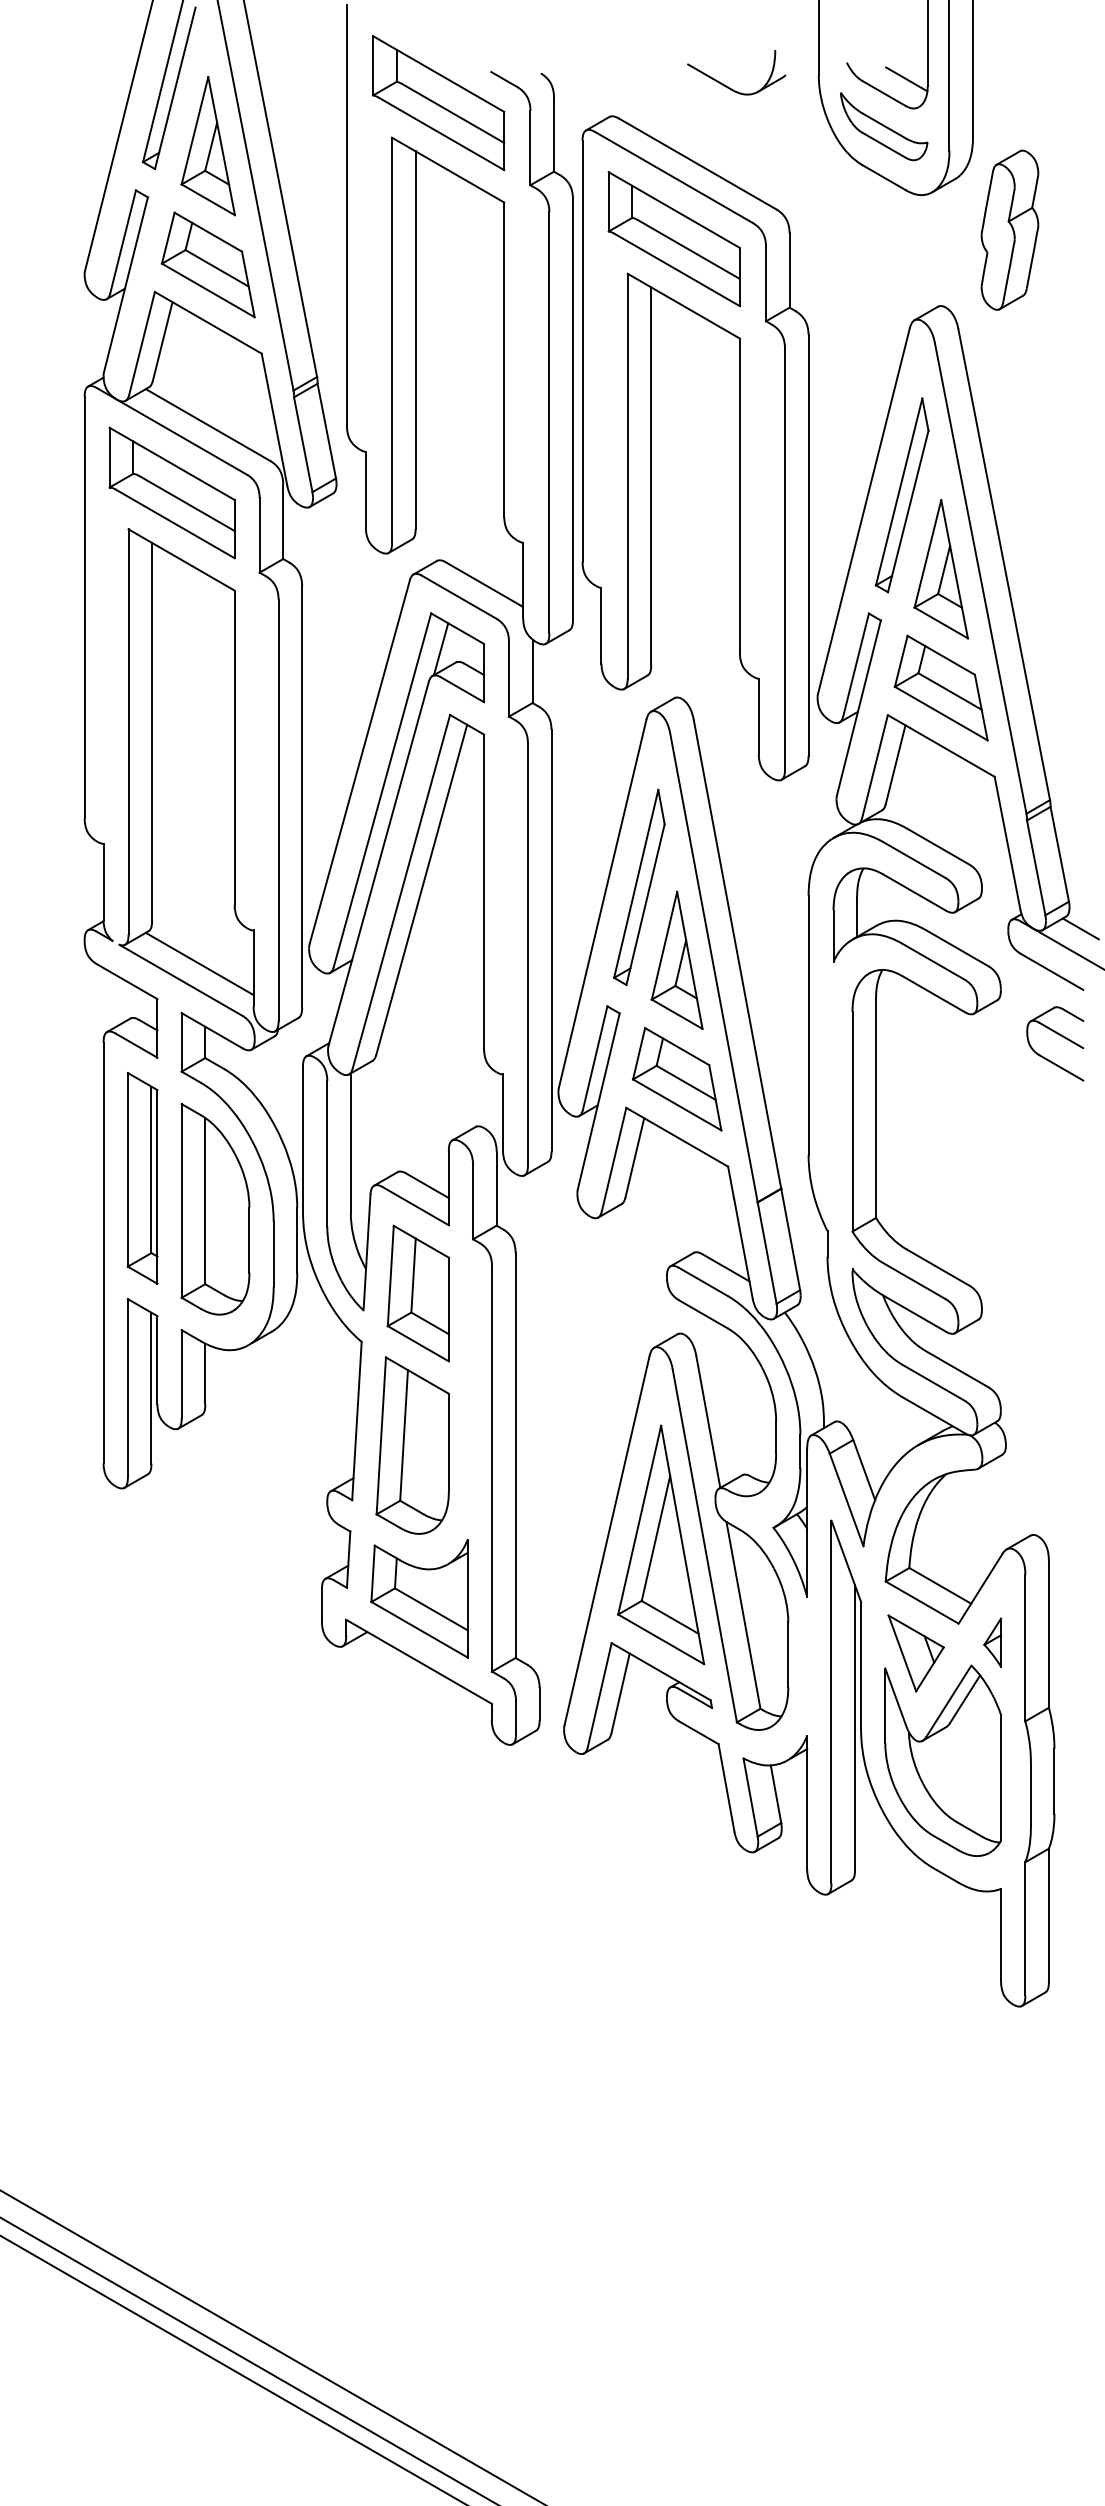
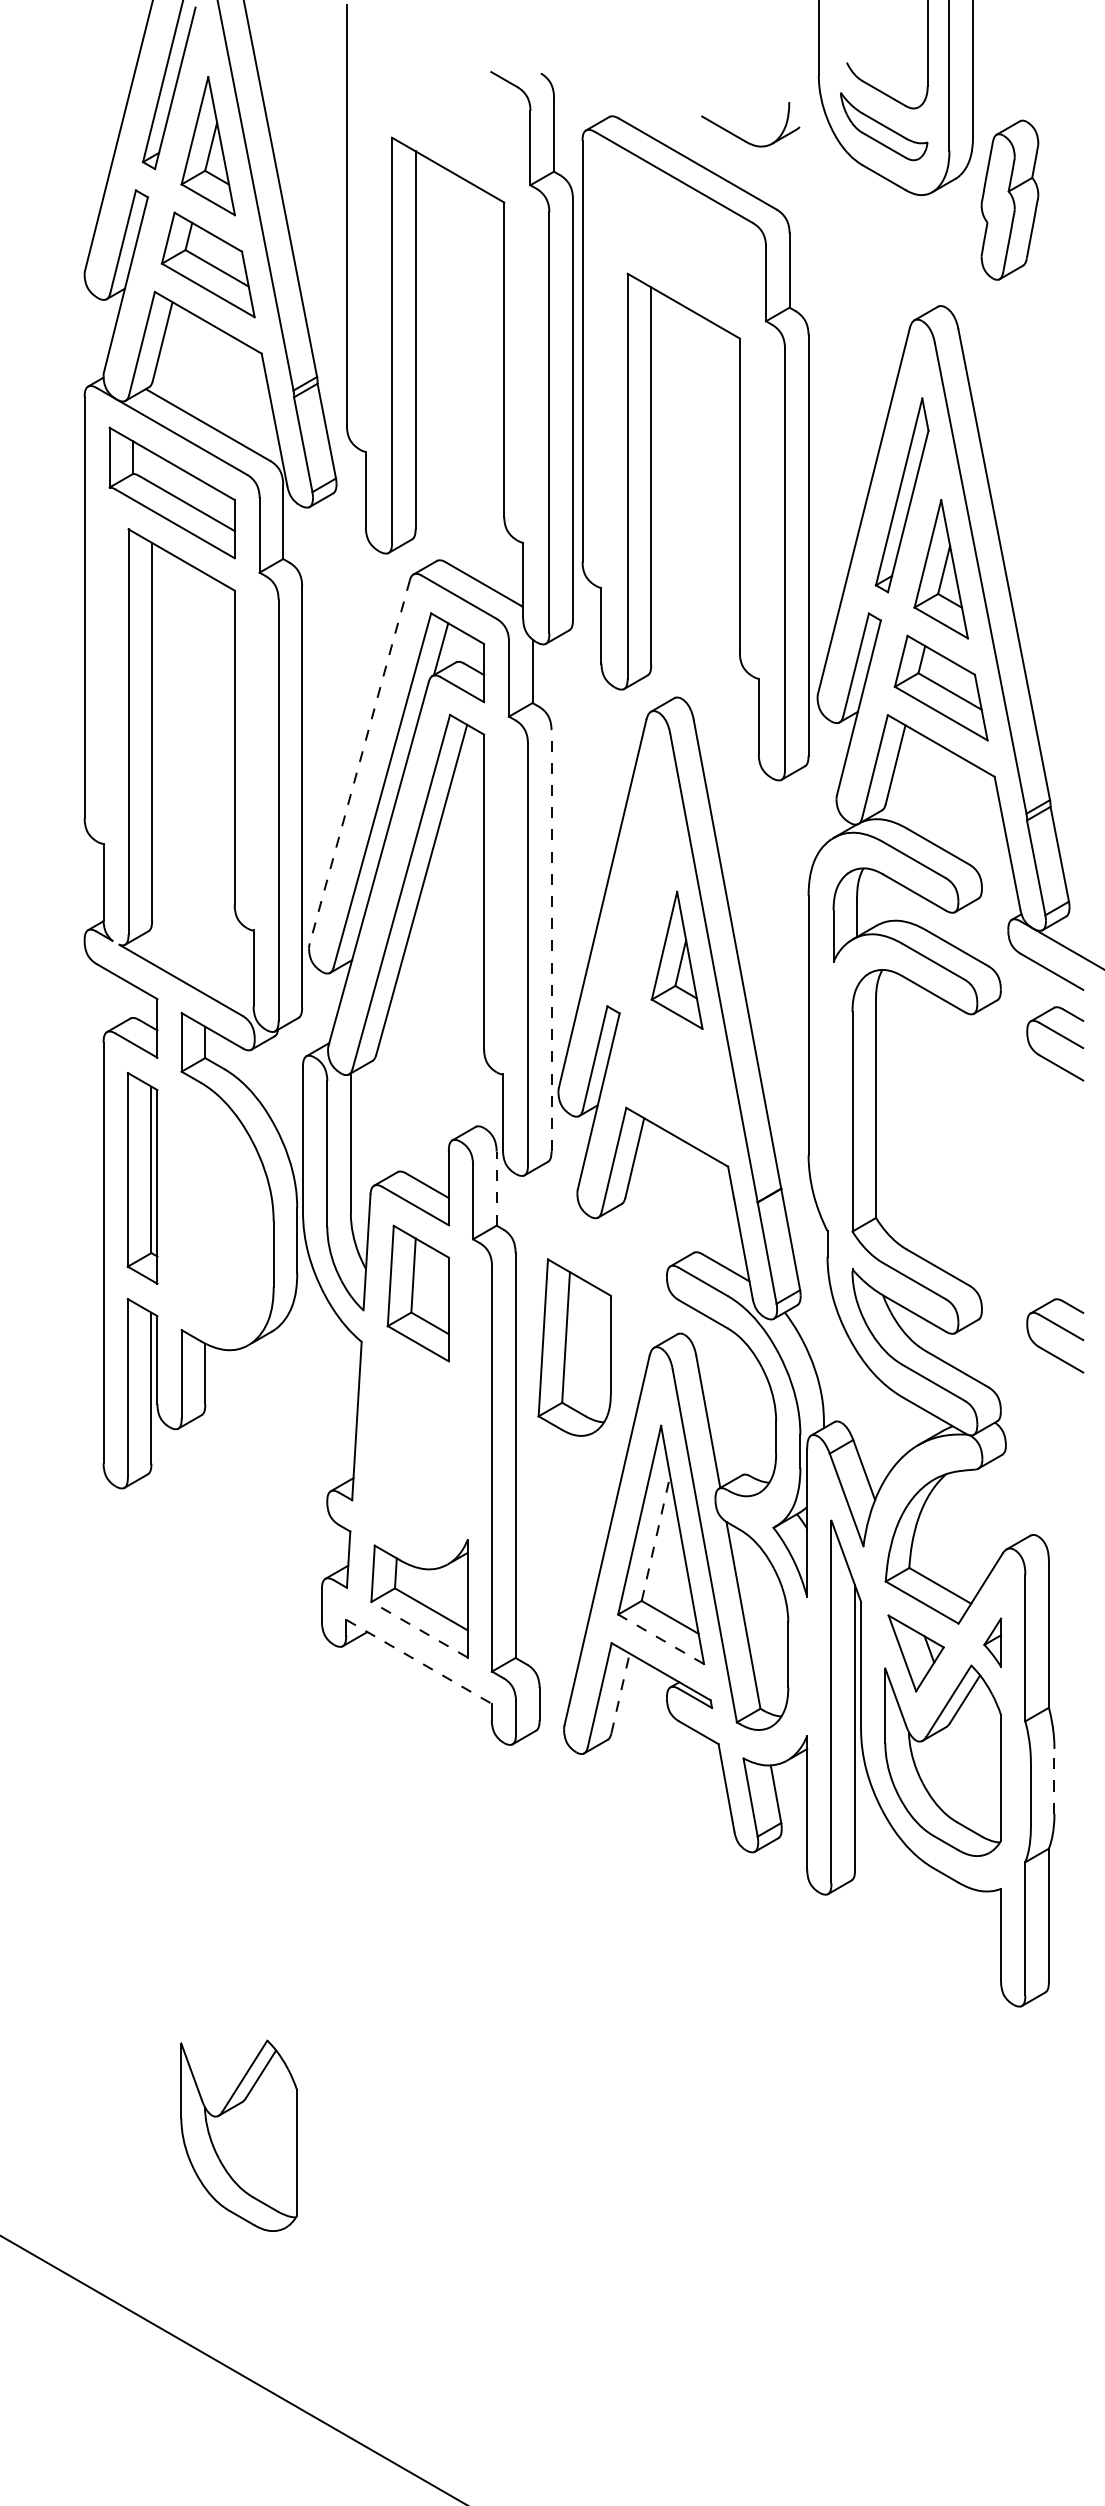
line at (906, 79): present -> none
part at (728, 86) position: (728, 86) -> (742, 138)
part at (438, 103): present -> none
part at (1009, 229) position: (1009, 229) -> (1009, 199)
part at (673, 239): present -> none
line at (359, 762): solid -> dashed
part at (639, 886): present -> none
line at (1080, 928): present -> none
line at (551, 940): solid -> dashed
line at (199, 963): present -> none
part at (677, 1079): present -> none
line at (496, 1188): solid -> dashed
part at (215, 1209): present -> none
part at (1060, 1328): none -> present
part at (412, 1445) position: (412, 1445) -> (574, 1347)
line at (656, 1538): solid -> dashed
line at (419, 1629): solid -> dashed
line at (661, 1639): solid -> dashed
line at (419, 1662): solid -> dashed
line at (620, 1693): solid -> dashed
line at (1054, 1780): solid -> dashed
part at (238, 2135): none -> present
line at (271, 2346): present -> none
line at (248, 2360): present -> none
